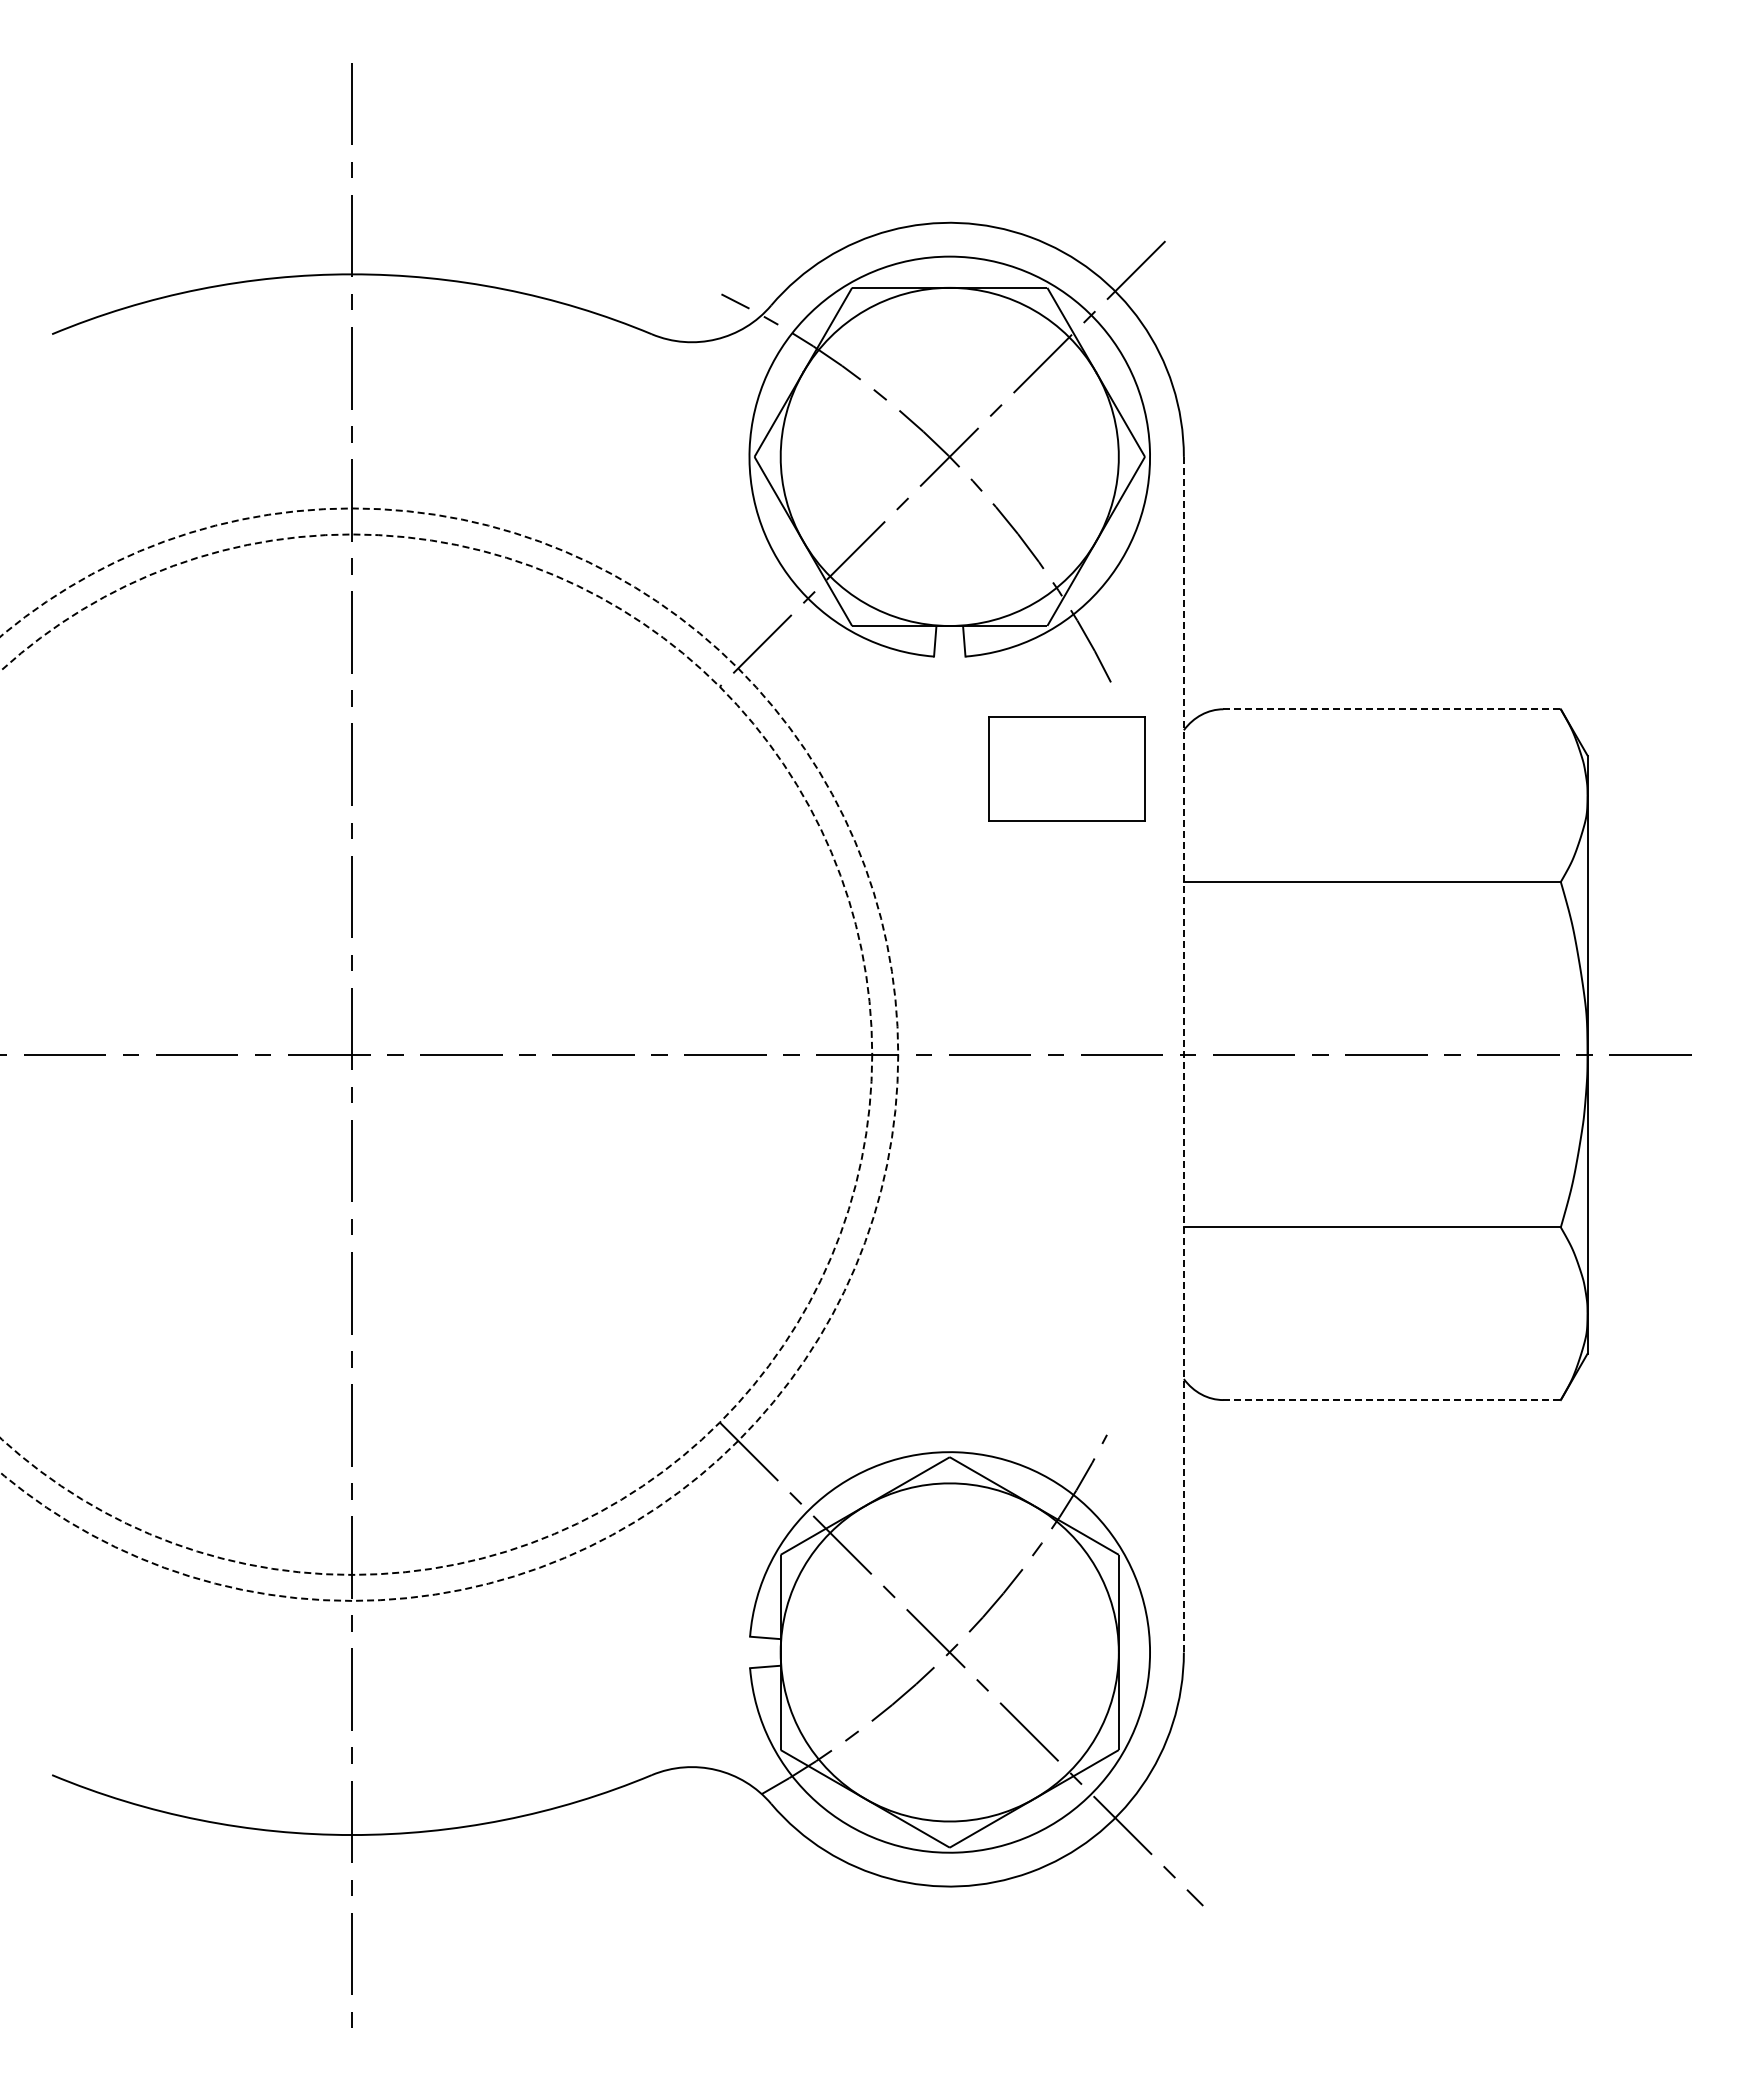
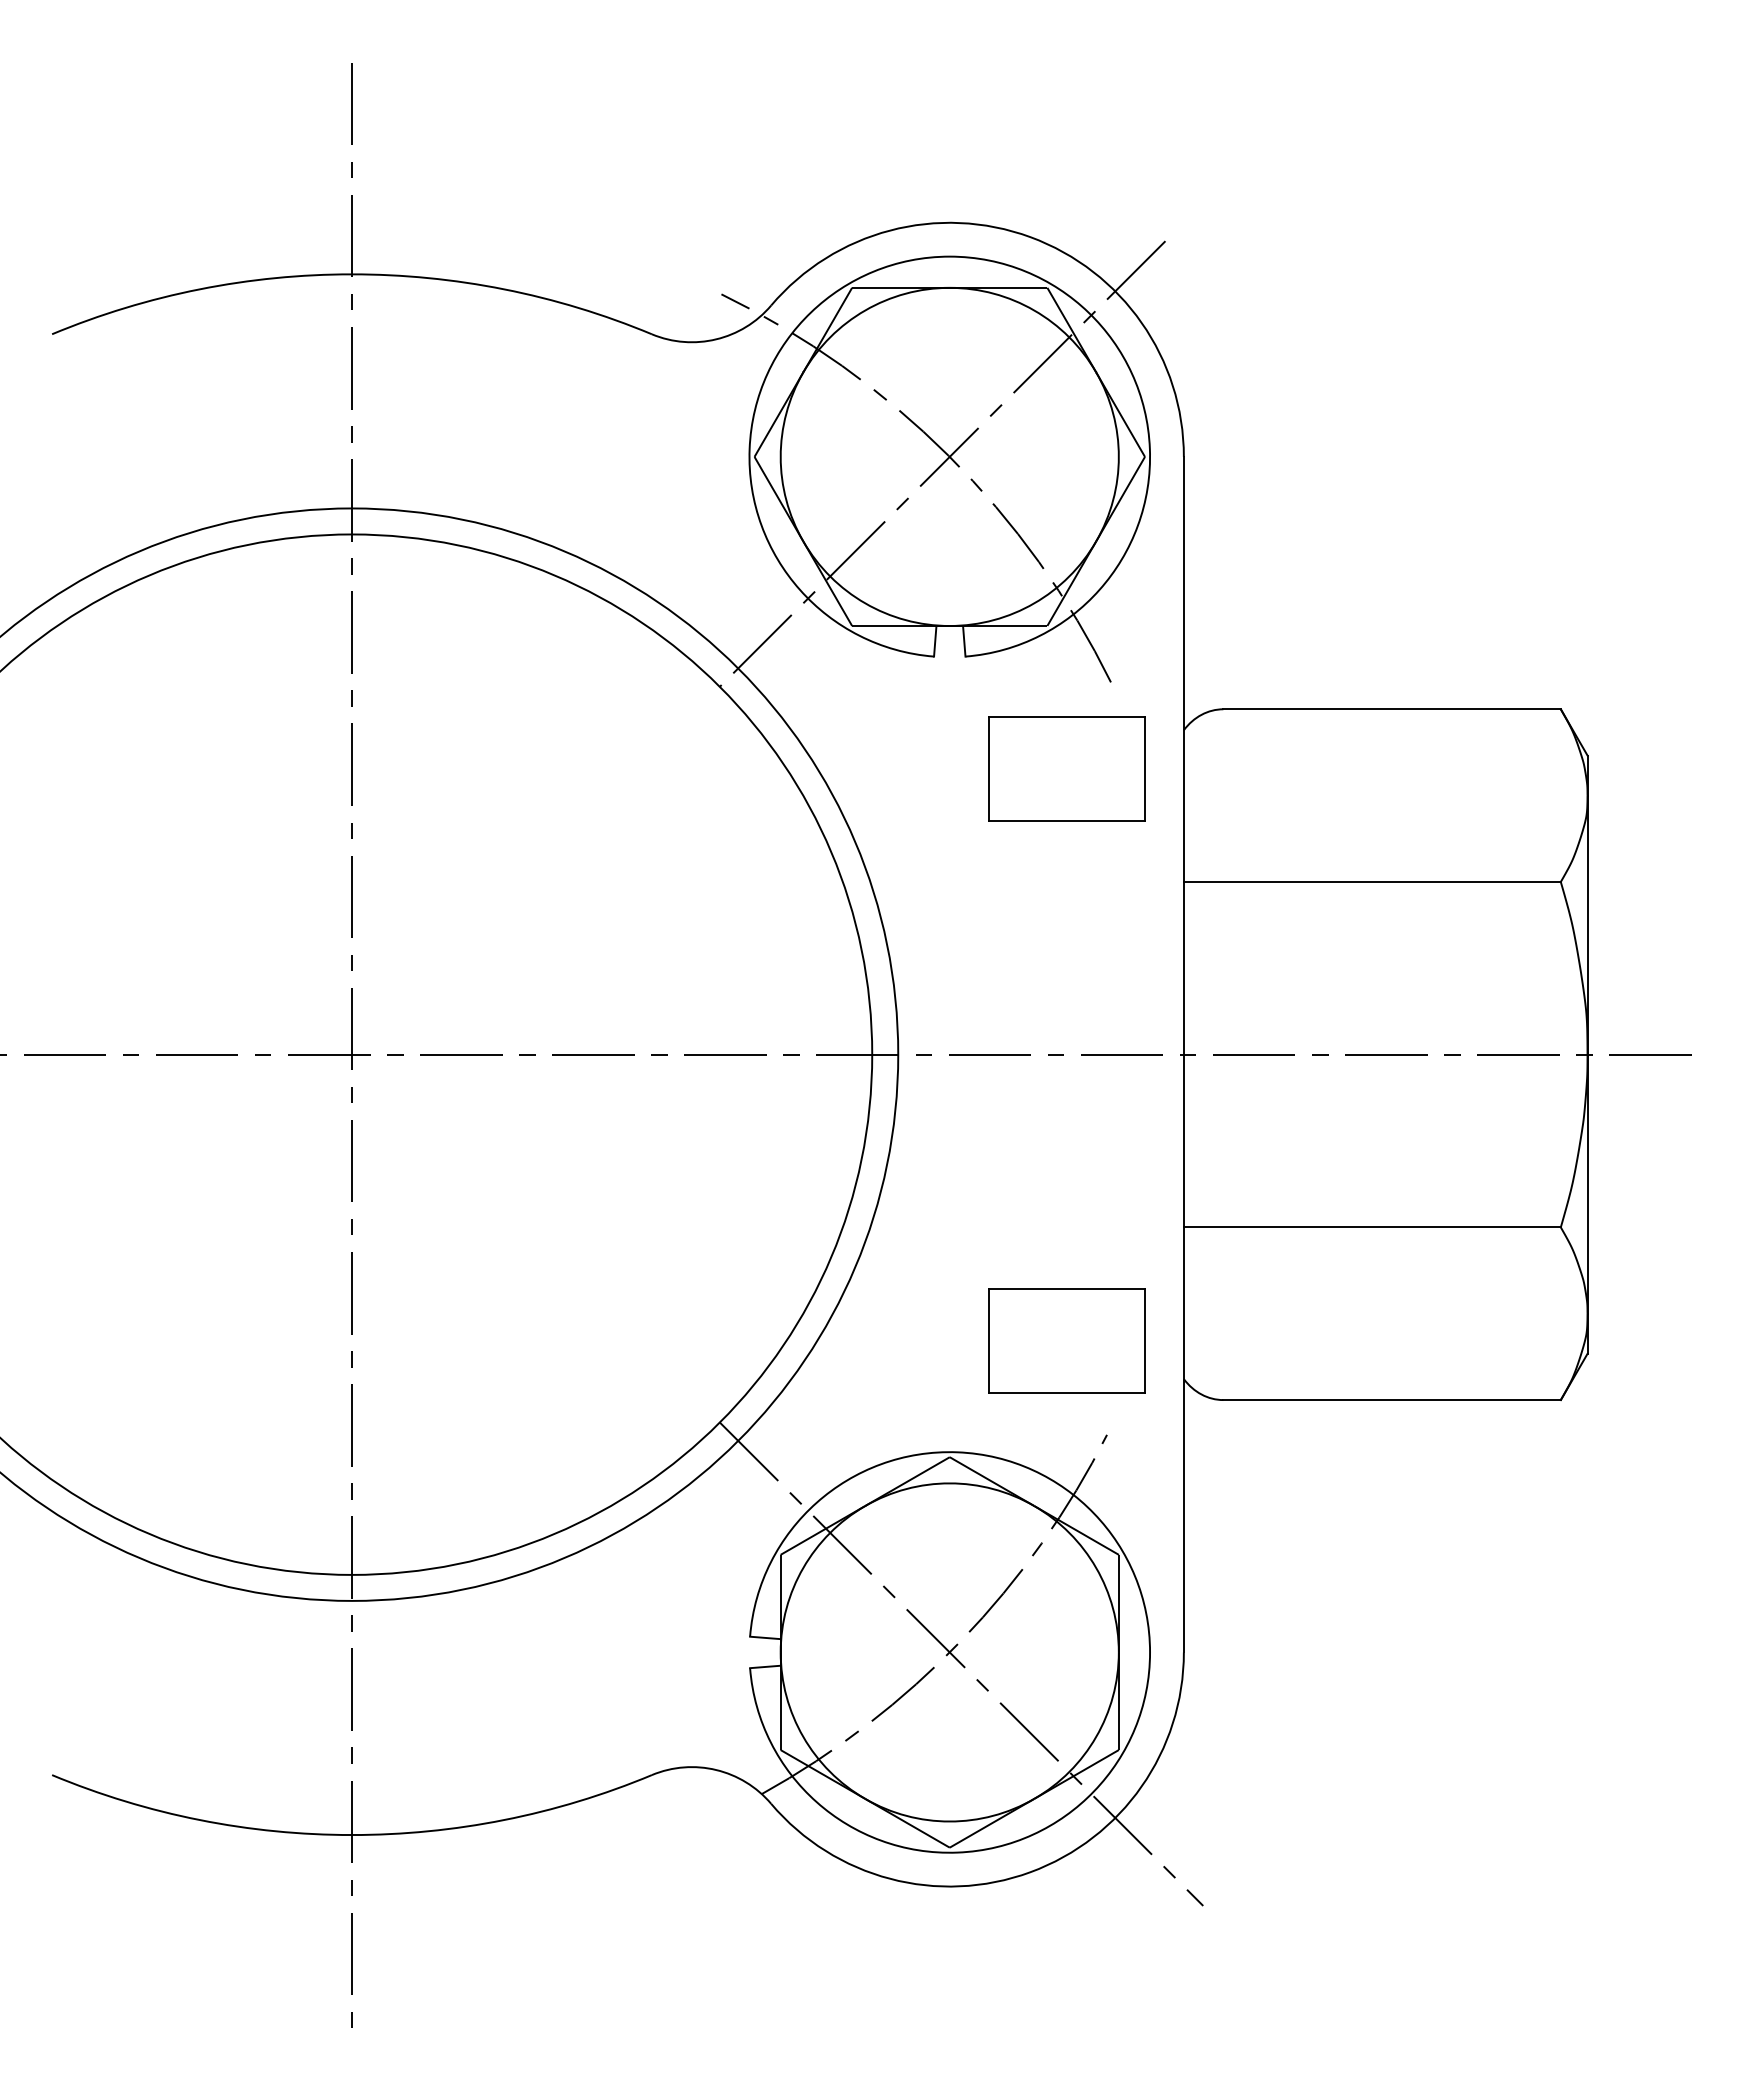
line at (1392, 709): dashed -> solid
circle at (436, 1054): dashed -> solid
circle at (449, 1054): dashed -> solid
line at (1183, 1054): dashed -> solid
part at (1066, 1340): none -> present
line at (1392, 1400): dashed -> solid
